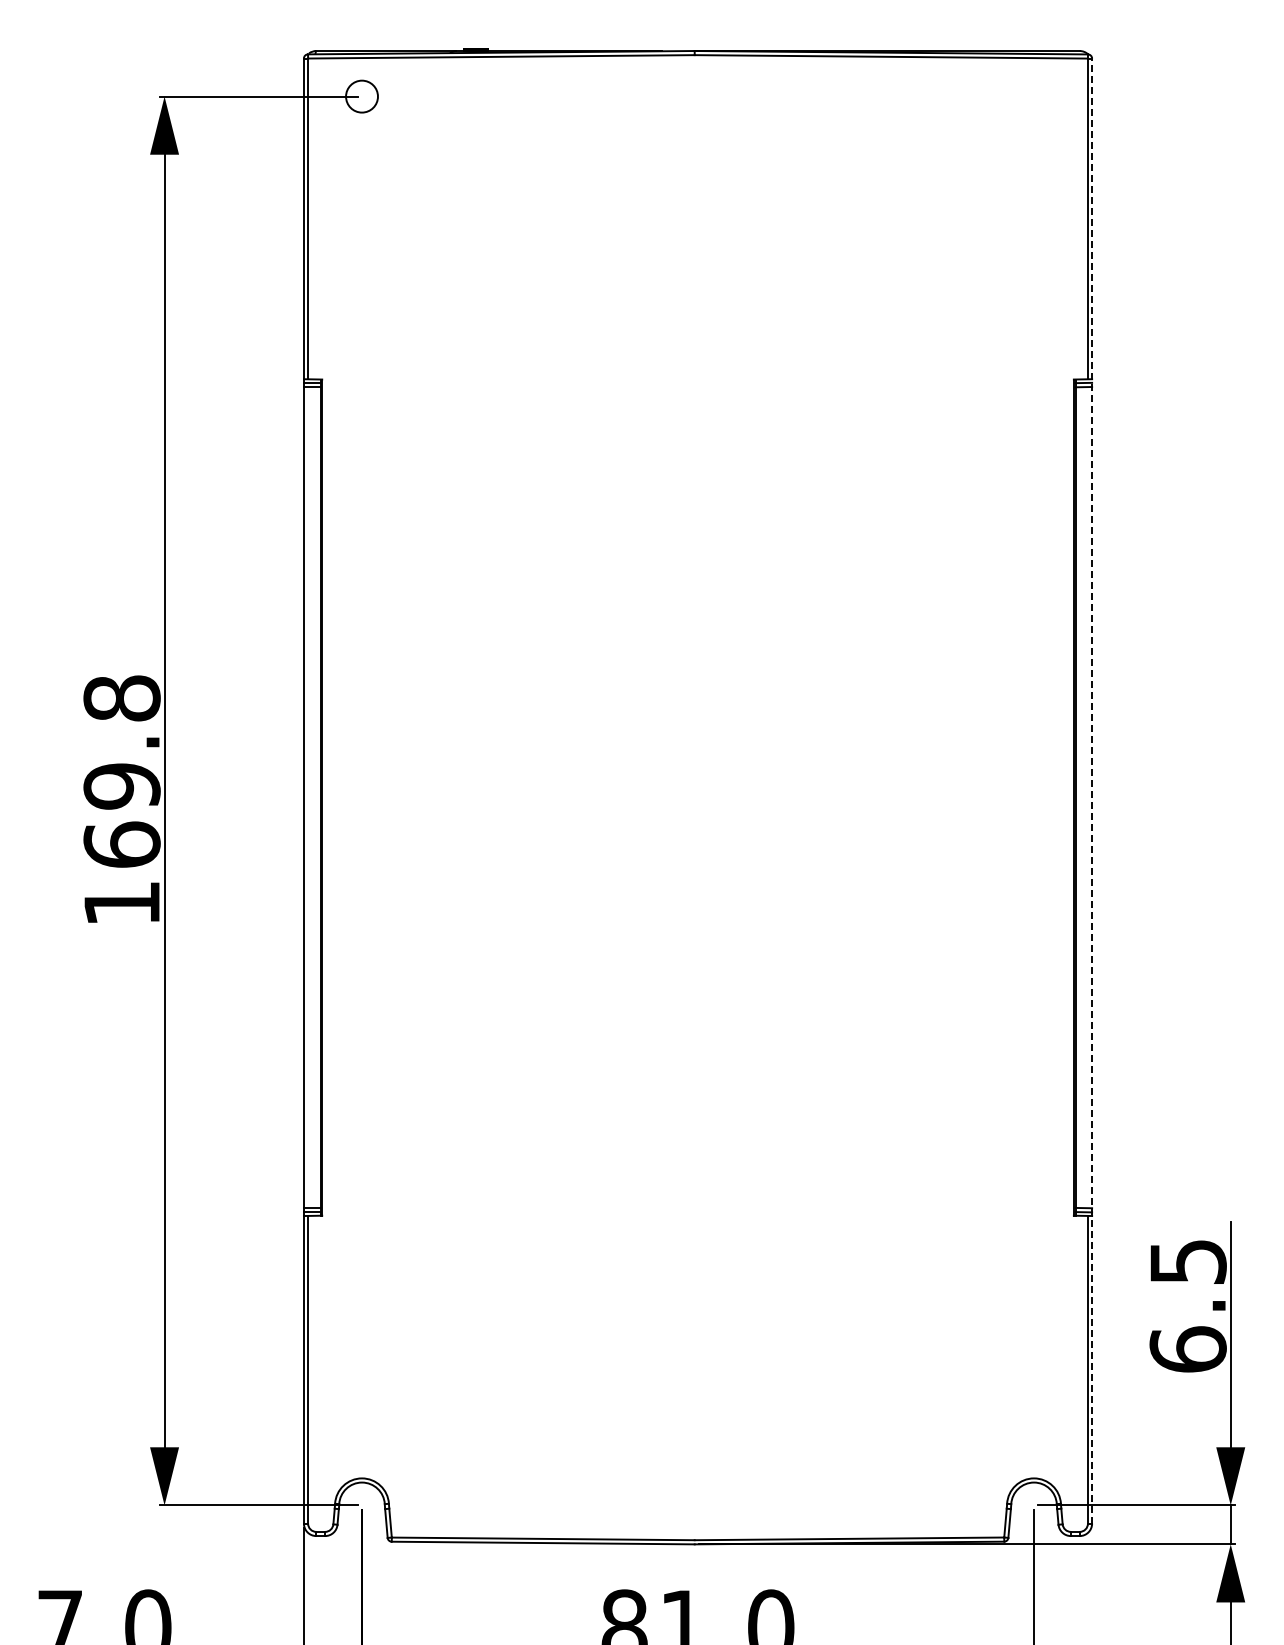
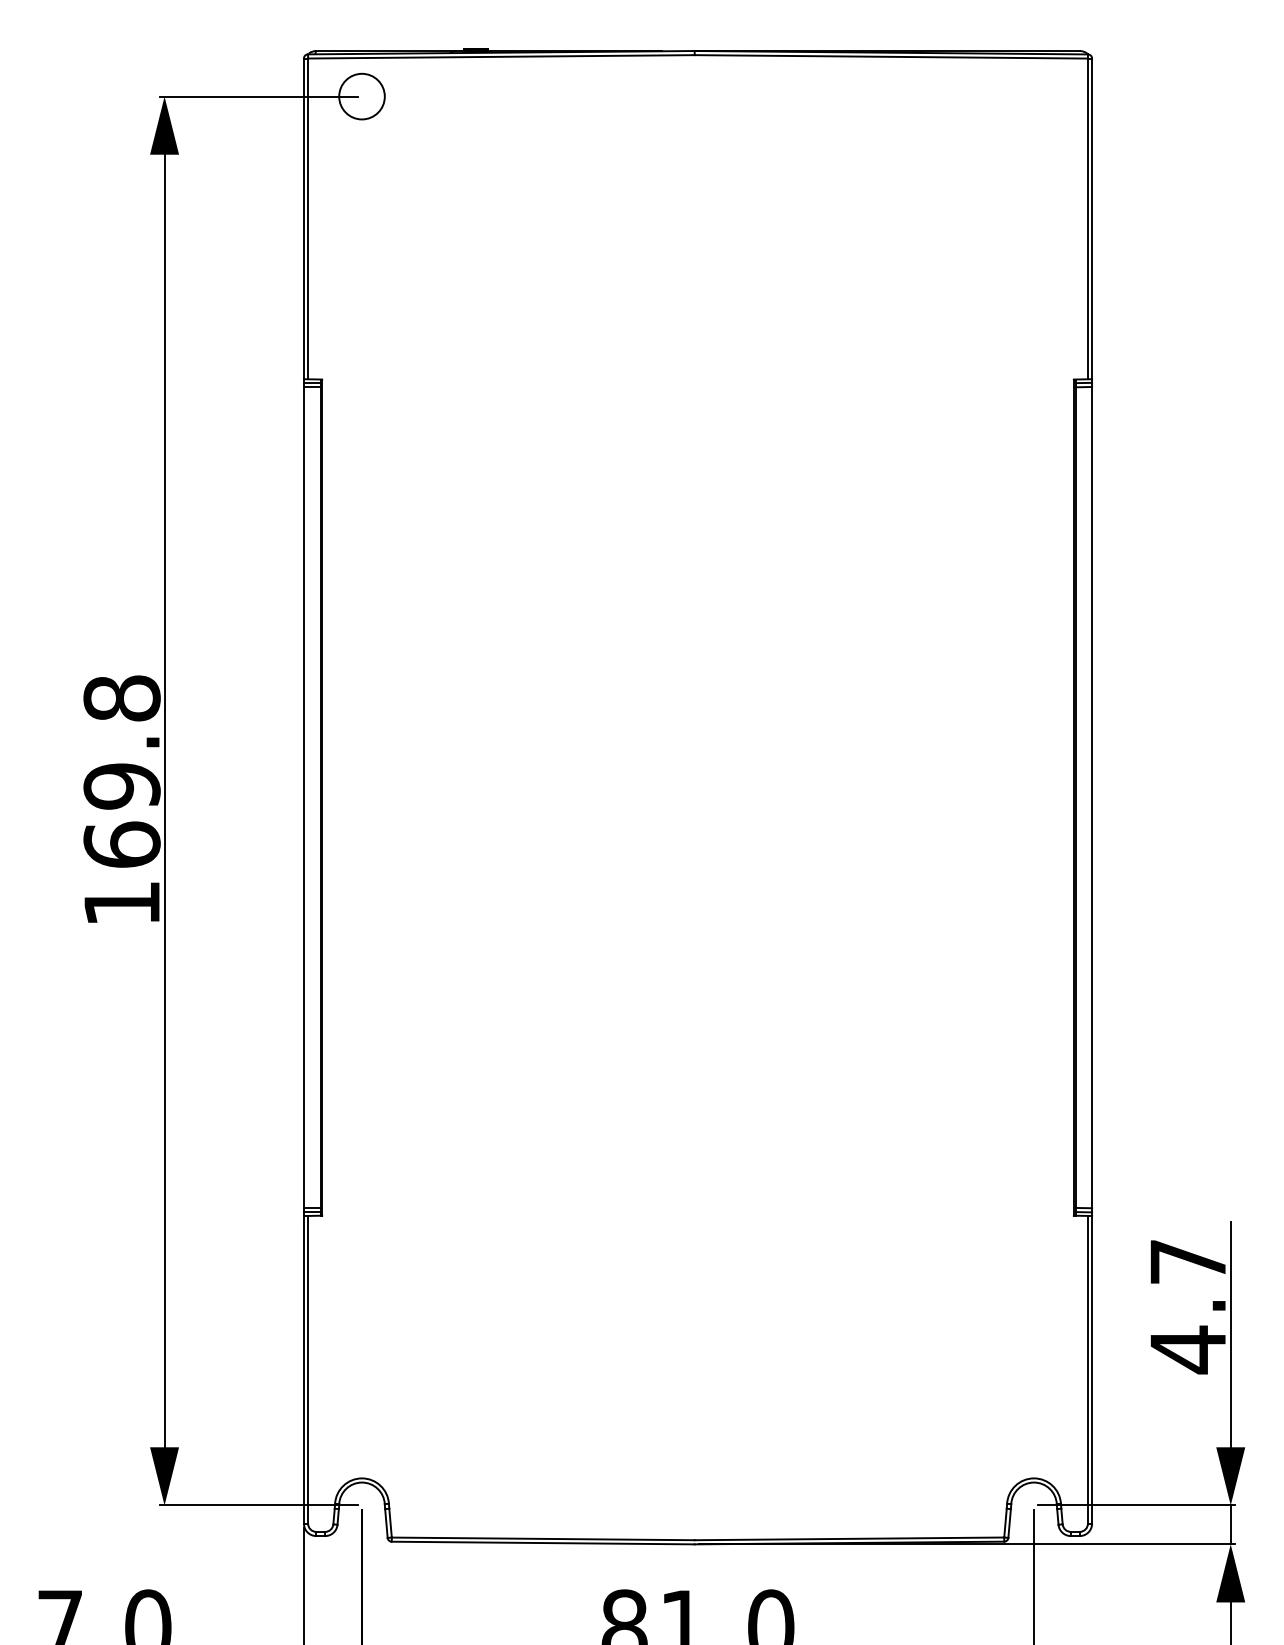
circle at (361, 96) diameter: 32 px -> 46 px
line at (1092, 791): dashed -> solid
text at (1187, 1307): 6.5 -> 4.7
